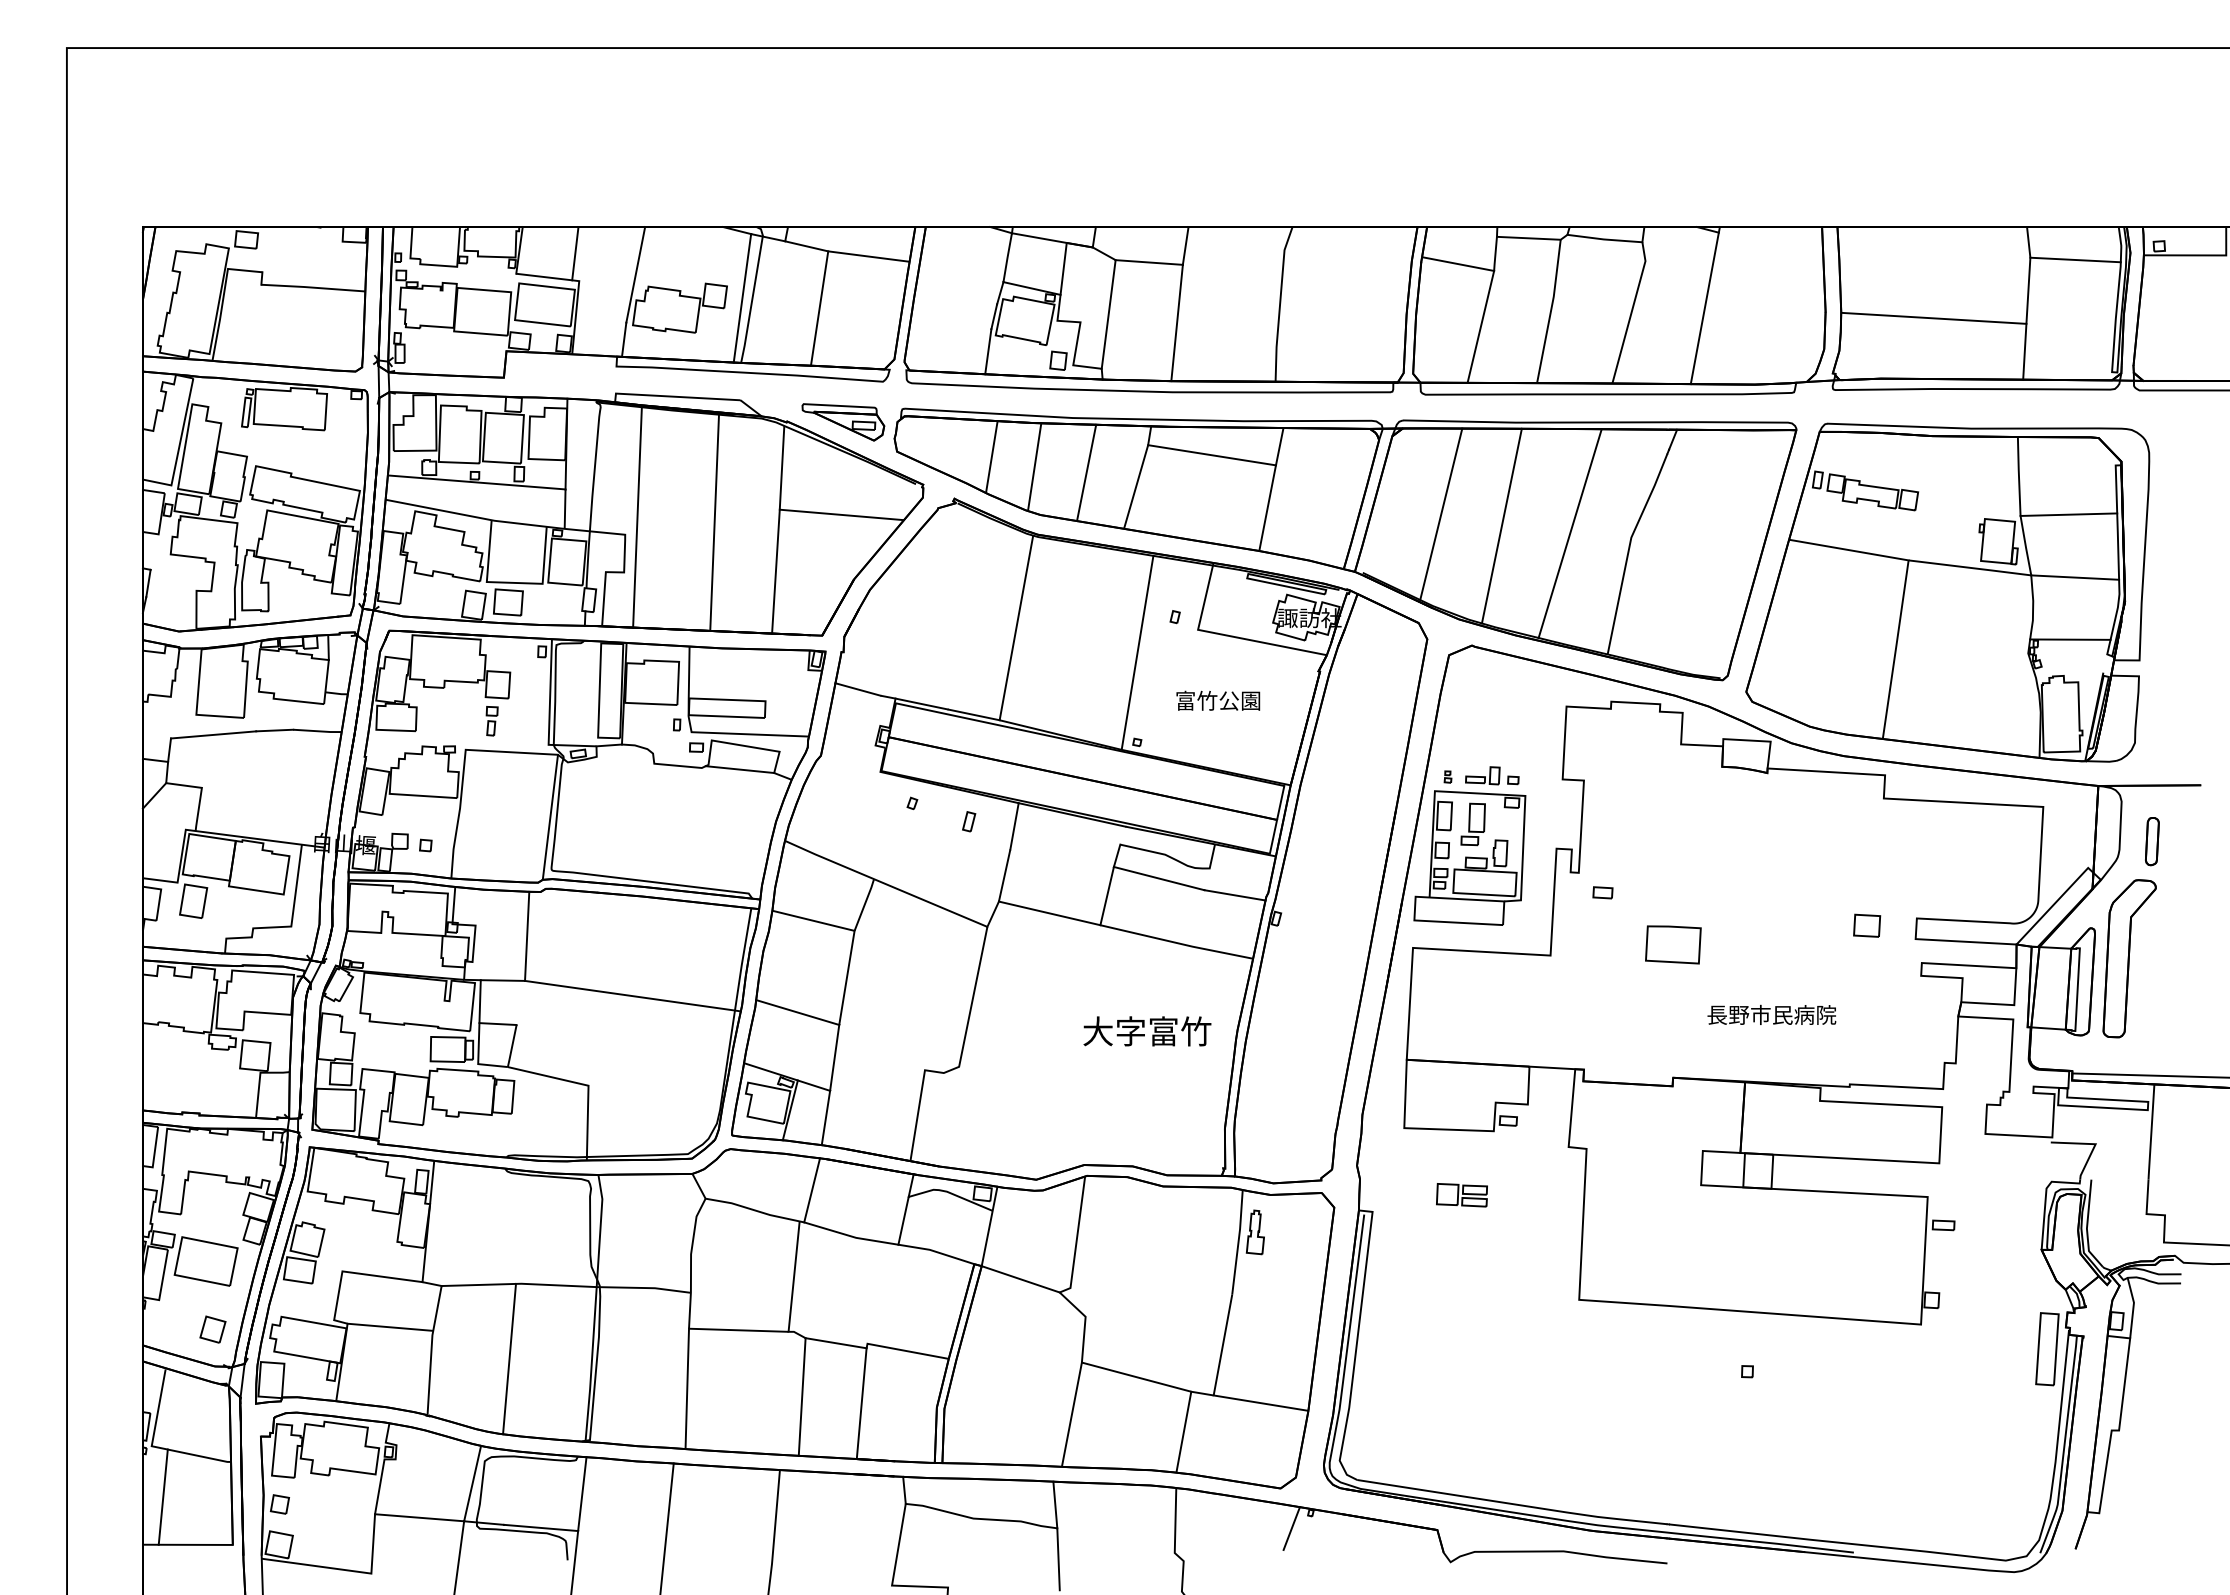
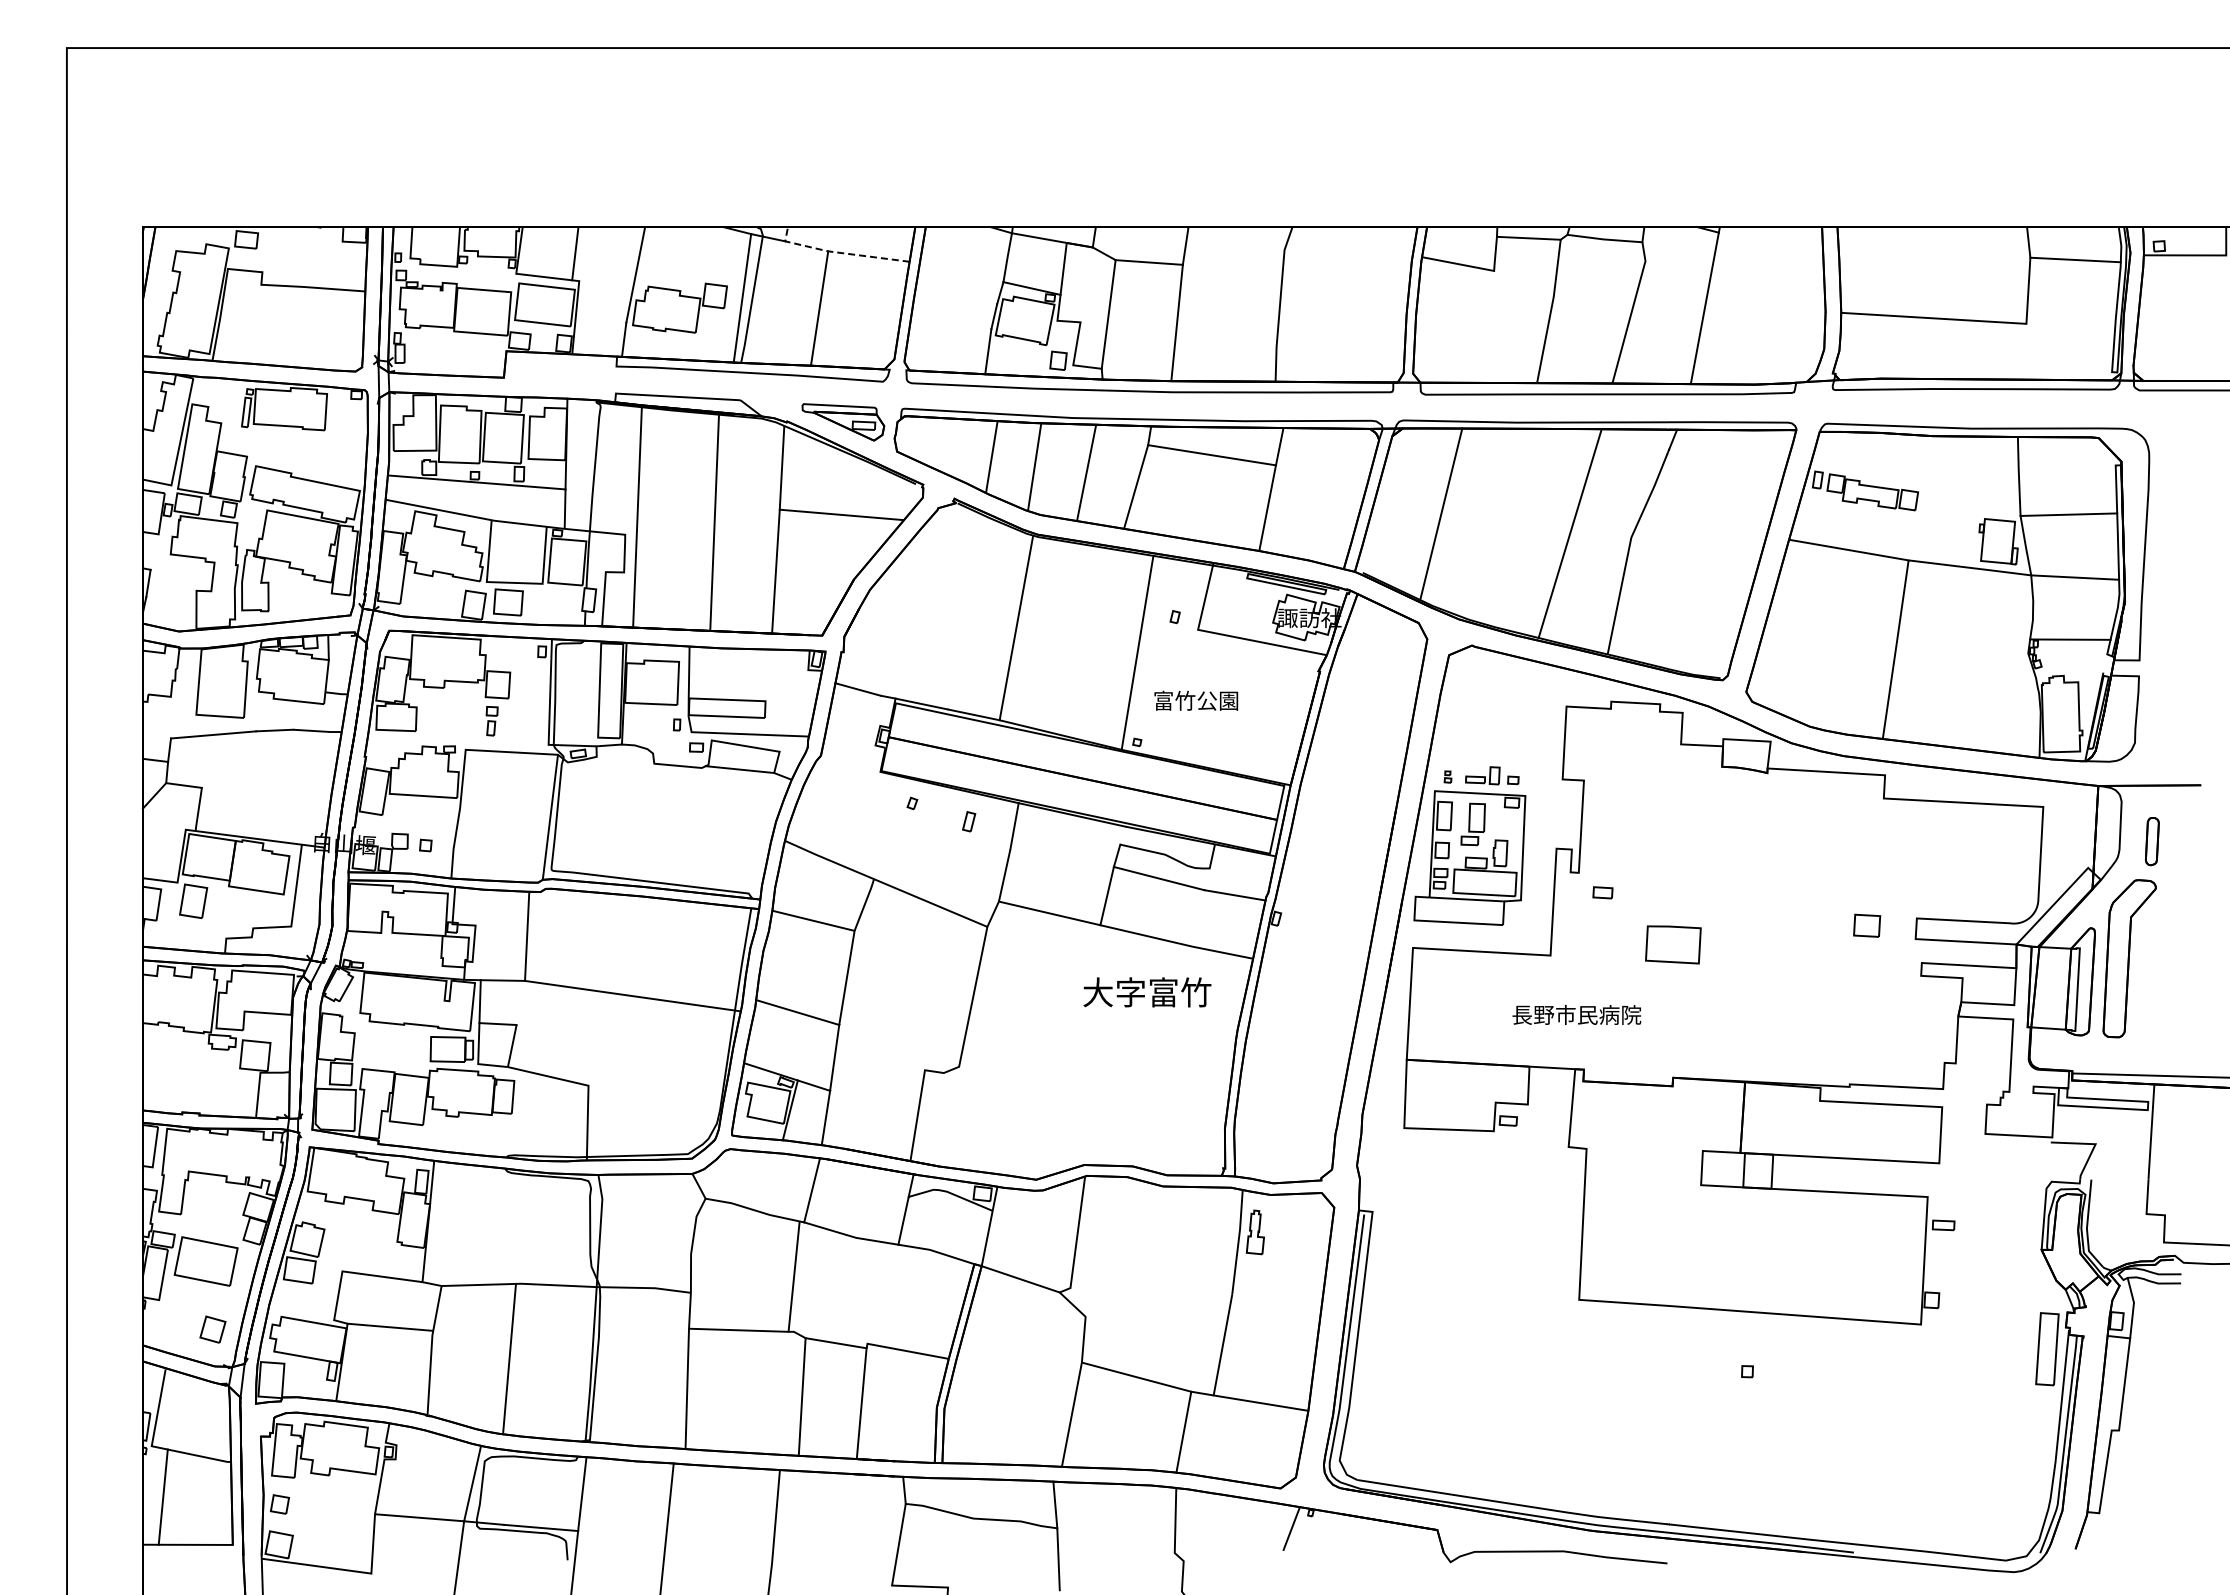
line at (838, 252): solid -> dashed
line at (1480, 326): present -> none
line at (2024, 351): present -> none
line at (1501, 525): present -> none
text at (1218, 700) position: (1218, 700) -> (1196, 700)
text at (1771, 1014) position: (1771, 1014) -> (1576, 1014)
text at (1147, 1031) position: (1147, 1031) -> (1147, 992)
part at (1461, 1195): present -> none
